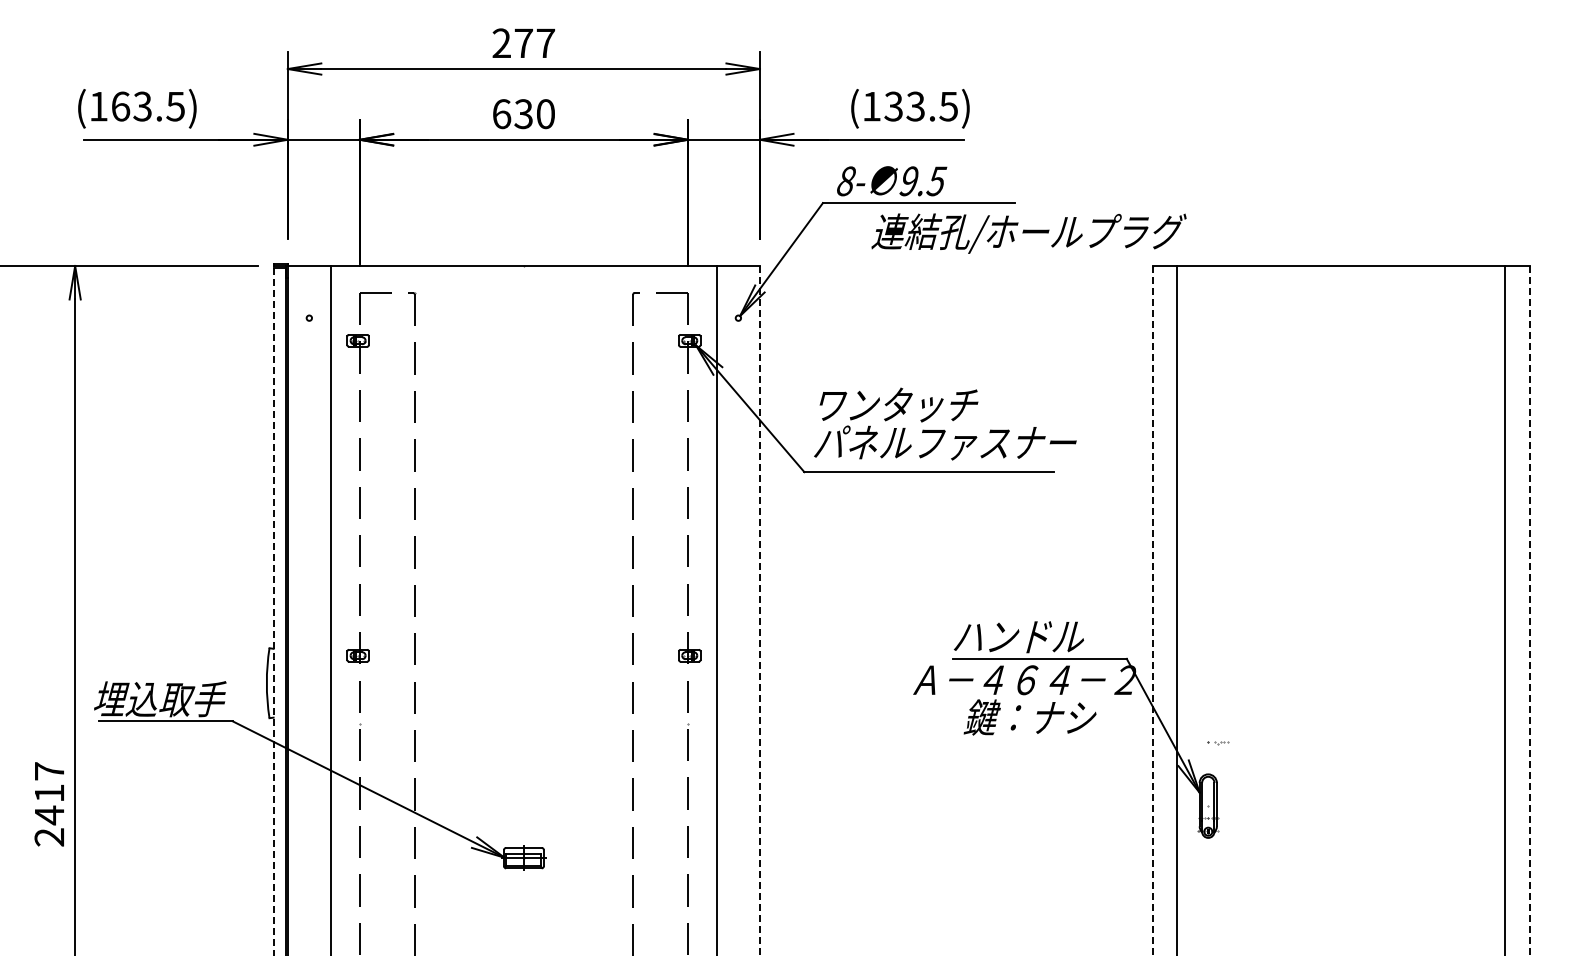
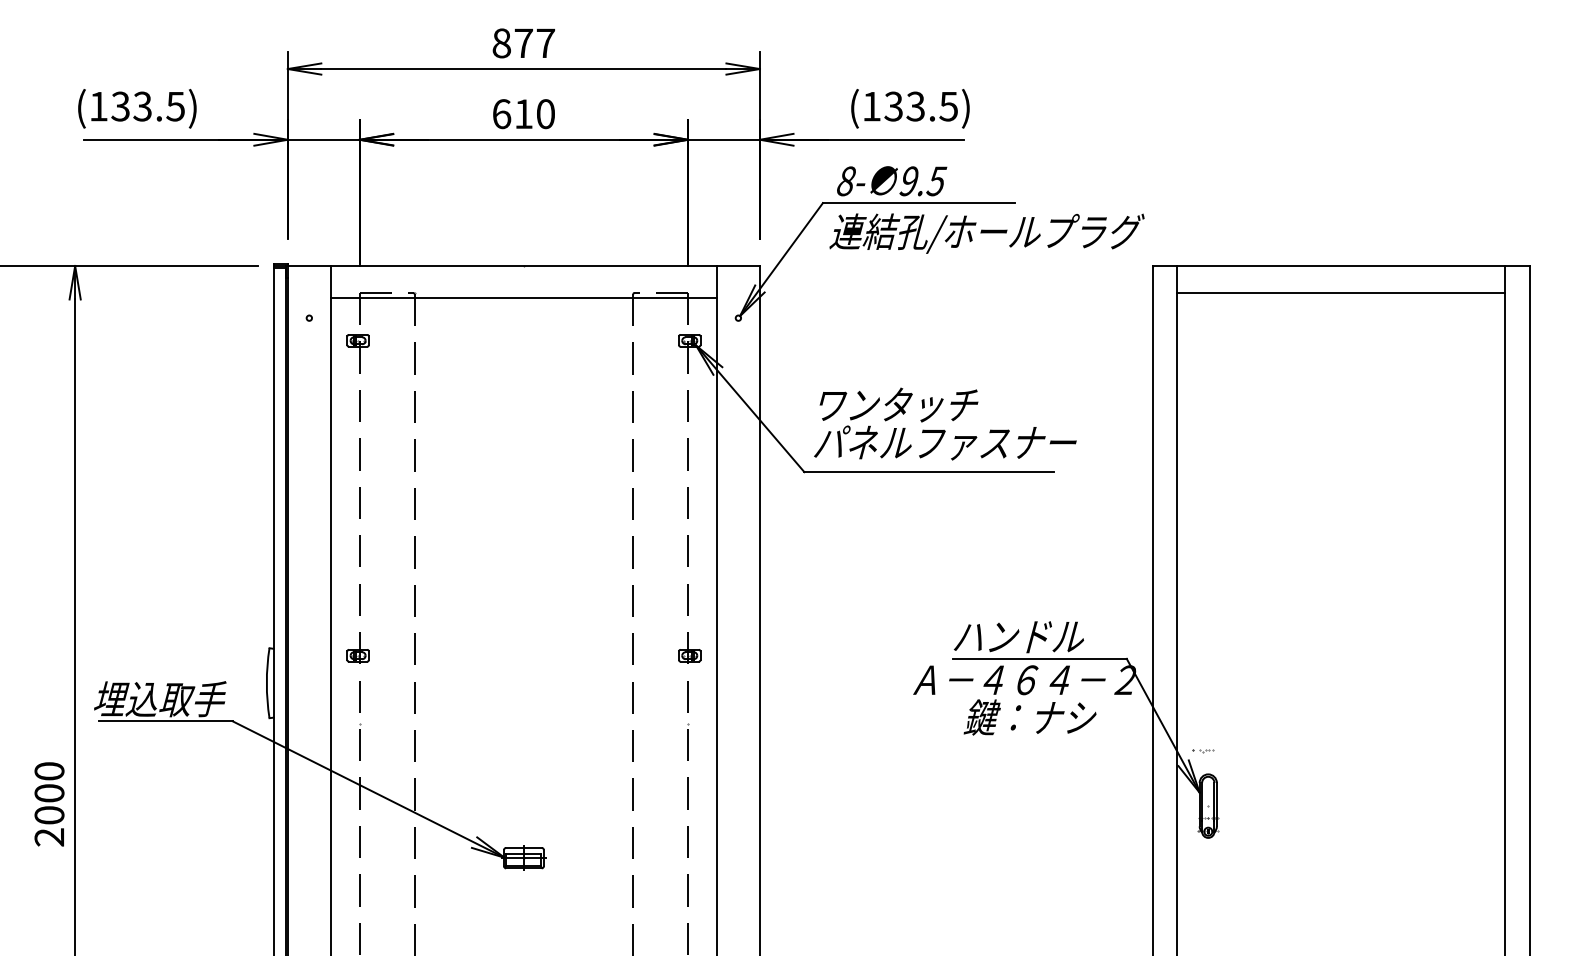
text at (501, 43): 277 -> 877
text at (120, 106): (163.5) -> (133.5)
text at (523, 114): 630 -> 610
text at (1028, 233) position: (1028, 233) -> (986, 233)
line at (1341, 292): none -> present
line at (523, 298): none -> present
line at (759, 610): dashed -> solid
line at (1152, 610): dashed -> solid
line at (1529, 610): dashed -> solid
line at (273, 611): dashed -> solid
part at (1218, 743) position: (1218, 743) -> (1203, 751)
text at (49, 793): 2417 -> 2000
